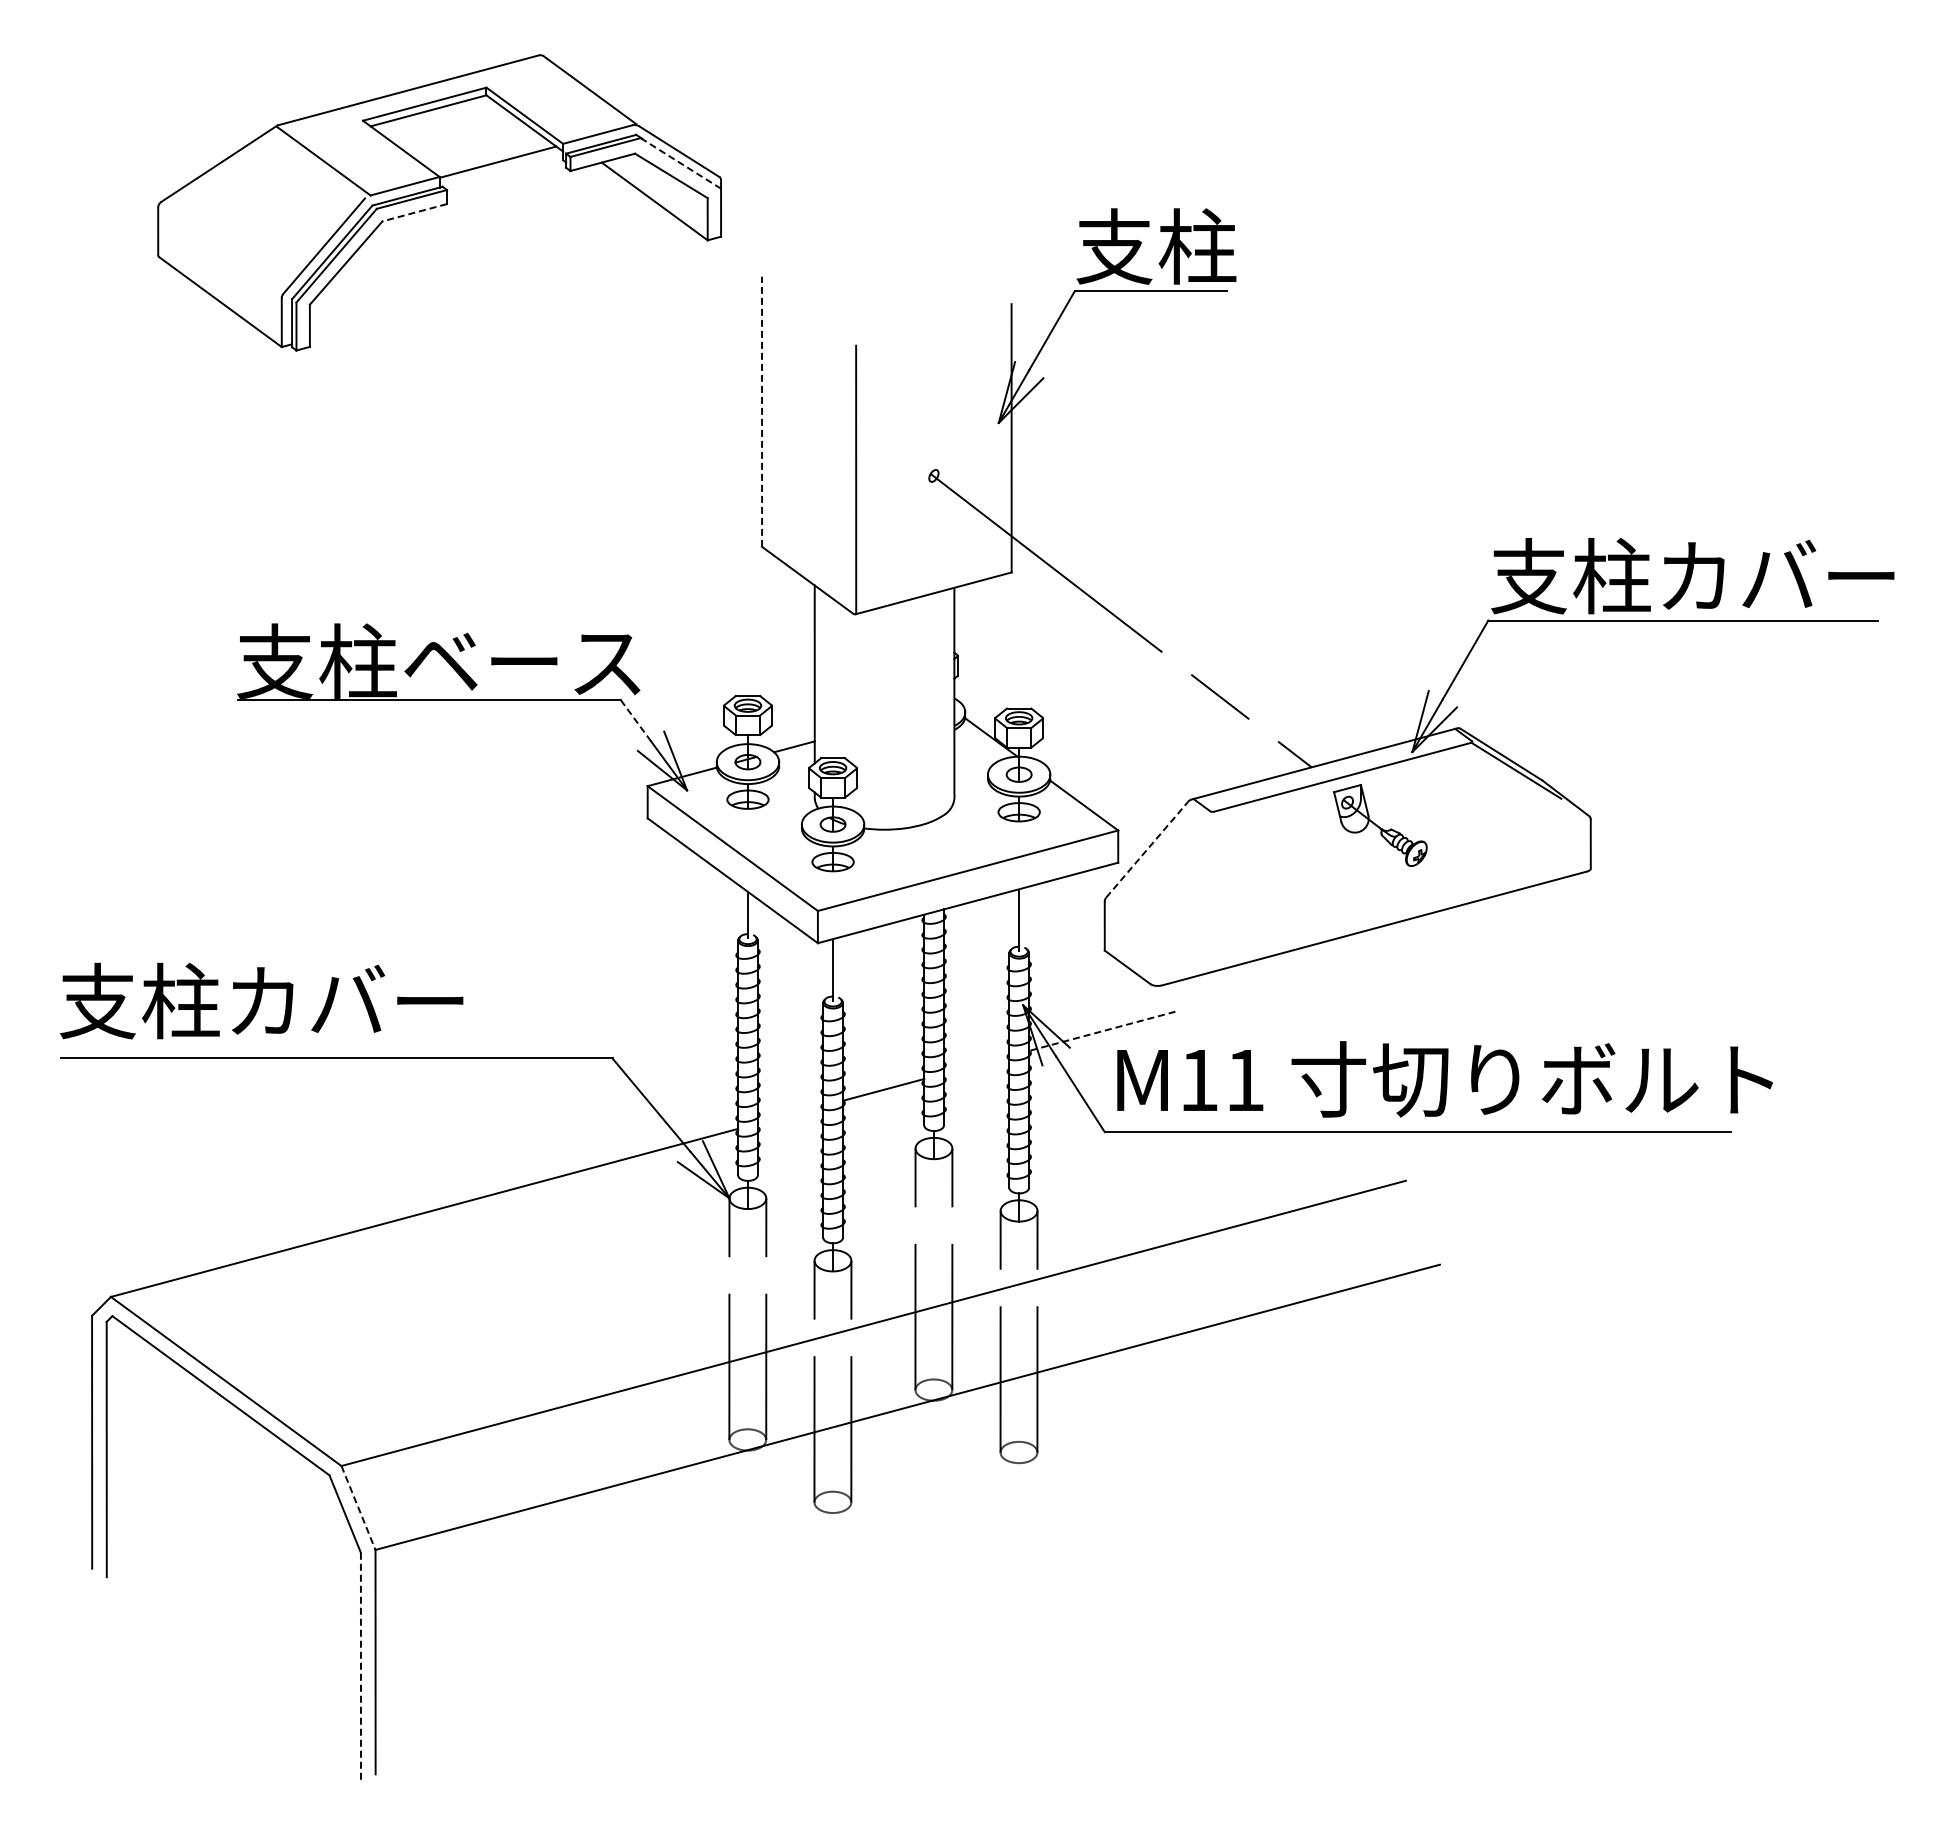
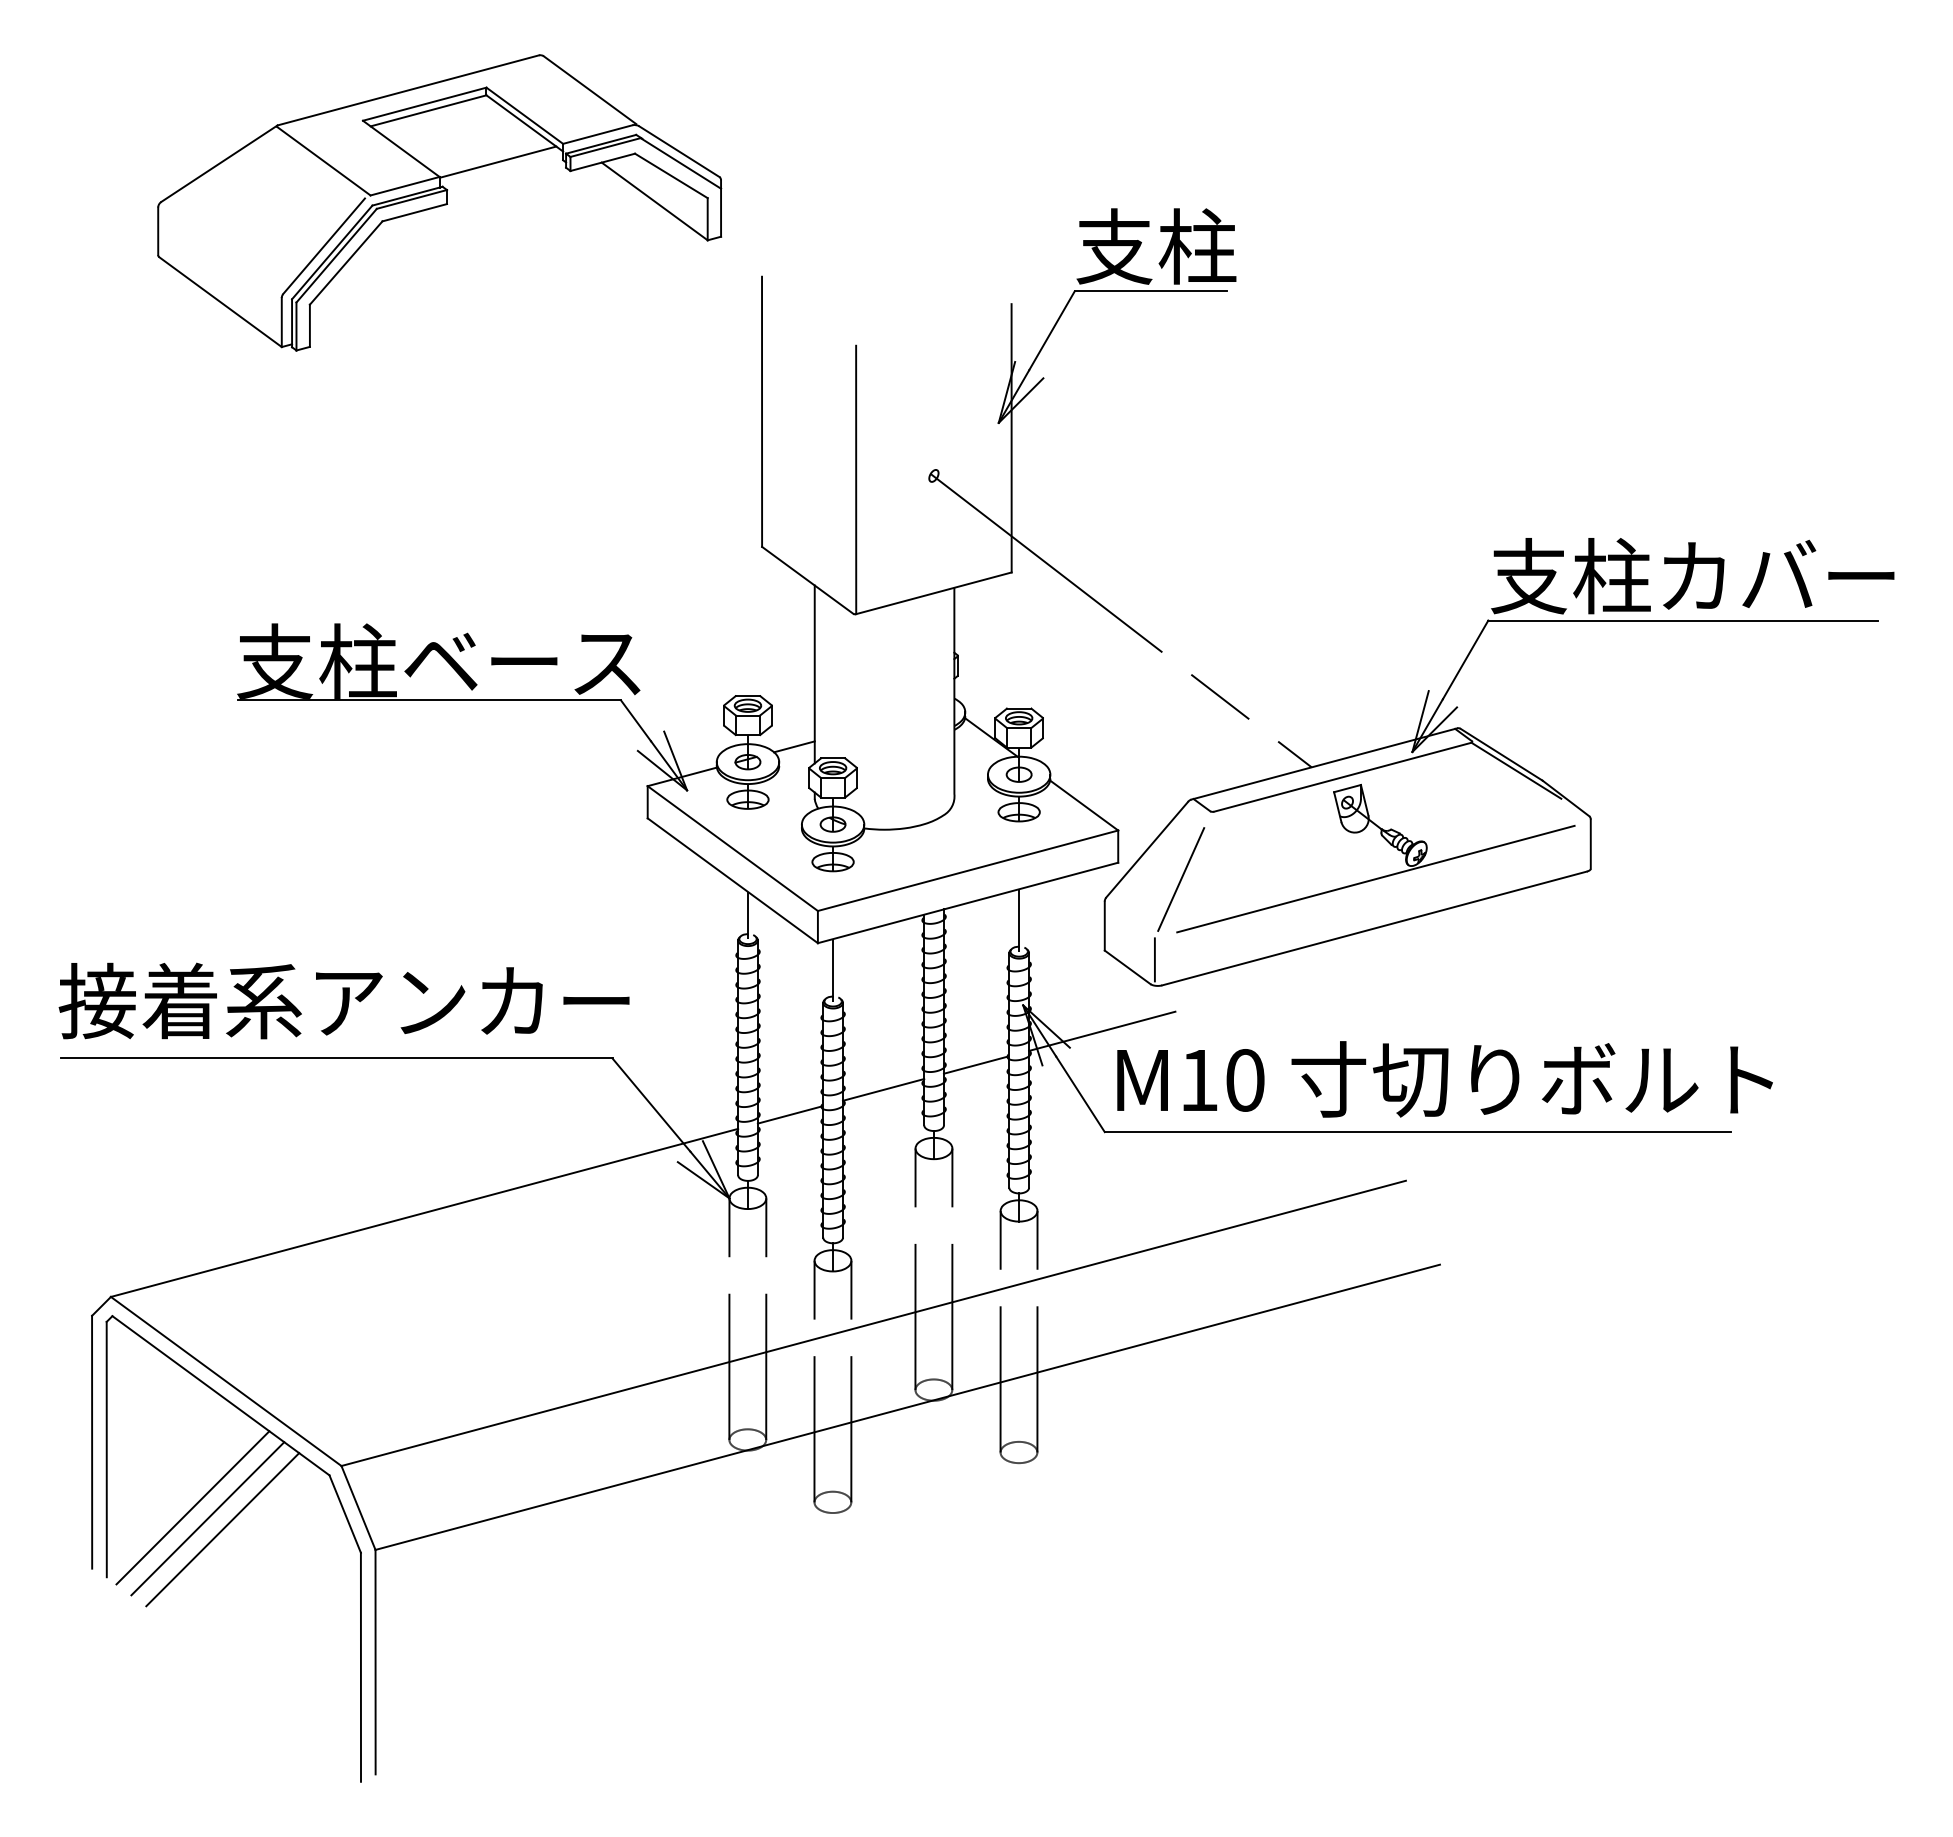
line at (680, 163): dashed -> solid
line at (414, 212): dashed -> solid
line at (762, 411): dashed -> solid
line at (635, 720): dashed -> solid
line at (1147, 849): dashed -> solid
line at (1375, 878): none -> present
line at (1181, 879): none -> present
line at (1154, 959): none -> present
text at (343, 1000): 支柱カバー -> 接着系アンカー
line at (1102, 1031): dashed -> solid
line at (975, 1064): none -> present
text at (1245, 1080): M11 -> M10
line at (789, 1114): none -> present
line at (192, 1507): none -> present
line at (358, 1508): dashed -> solid
line at (207, 1518): none -> present
line at (222, 1529): none -> present
line at (360, 1667): dashed -> solid
